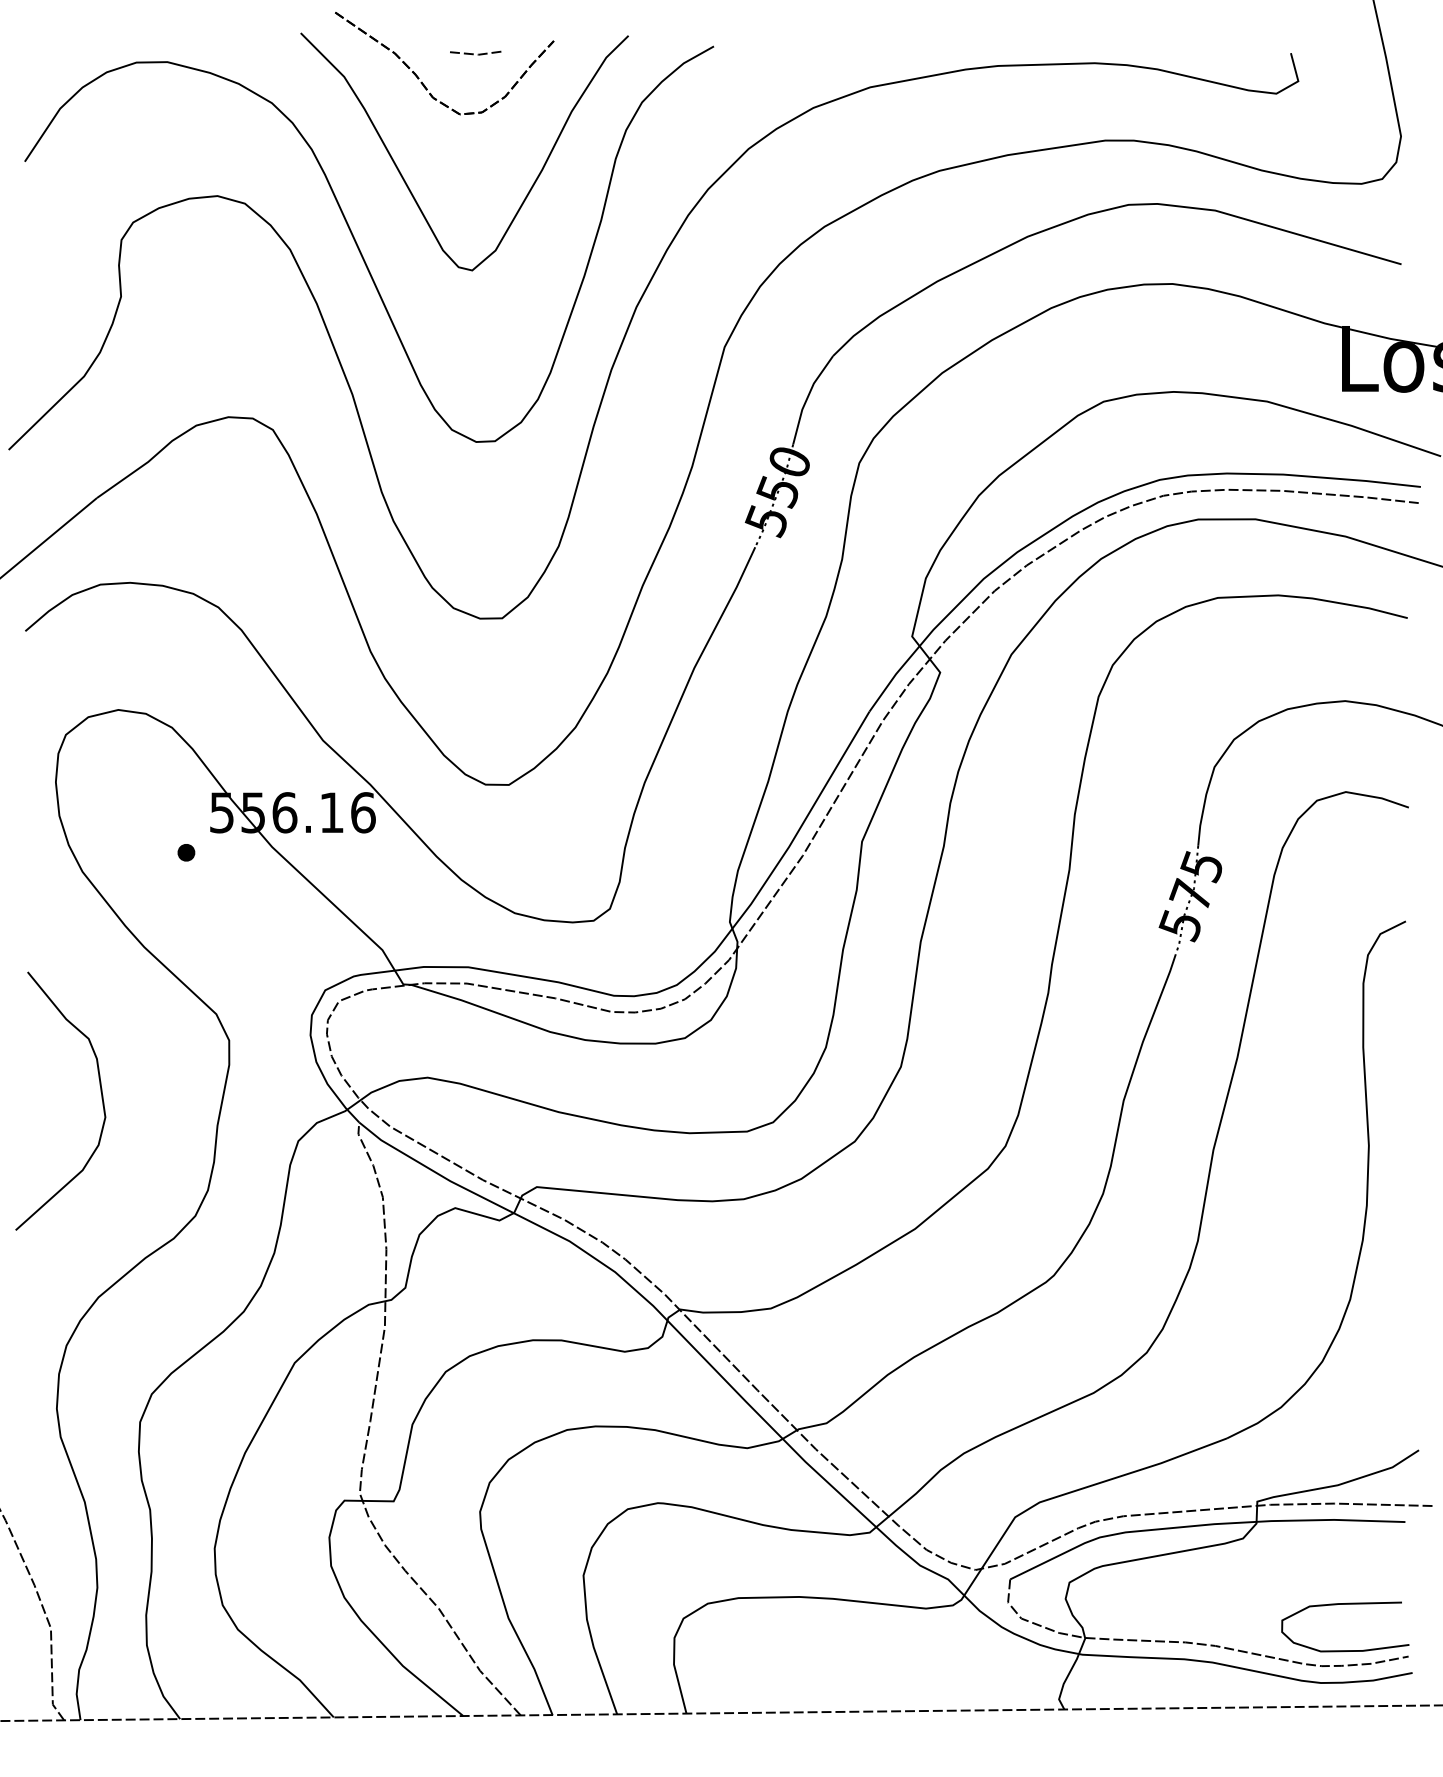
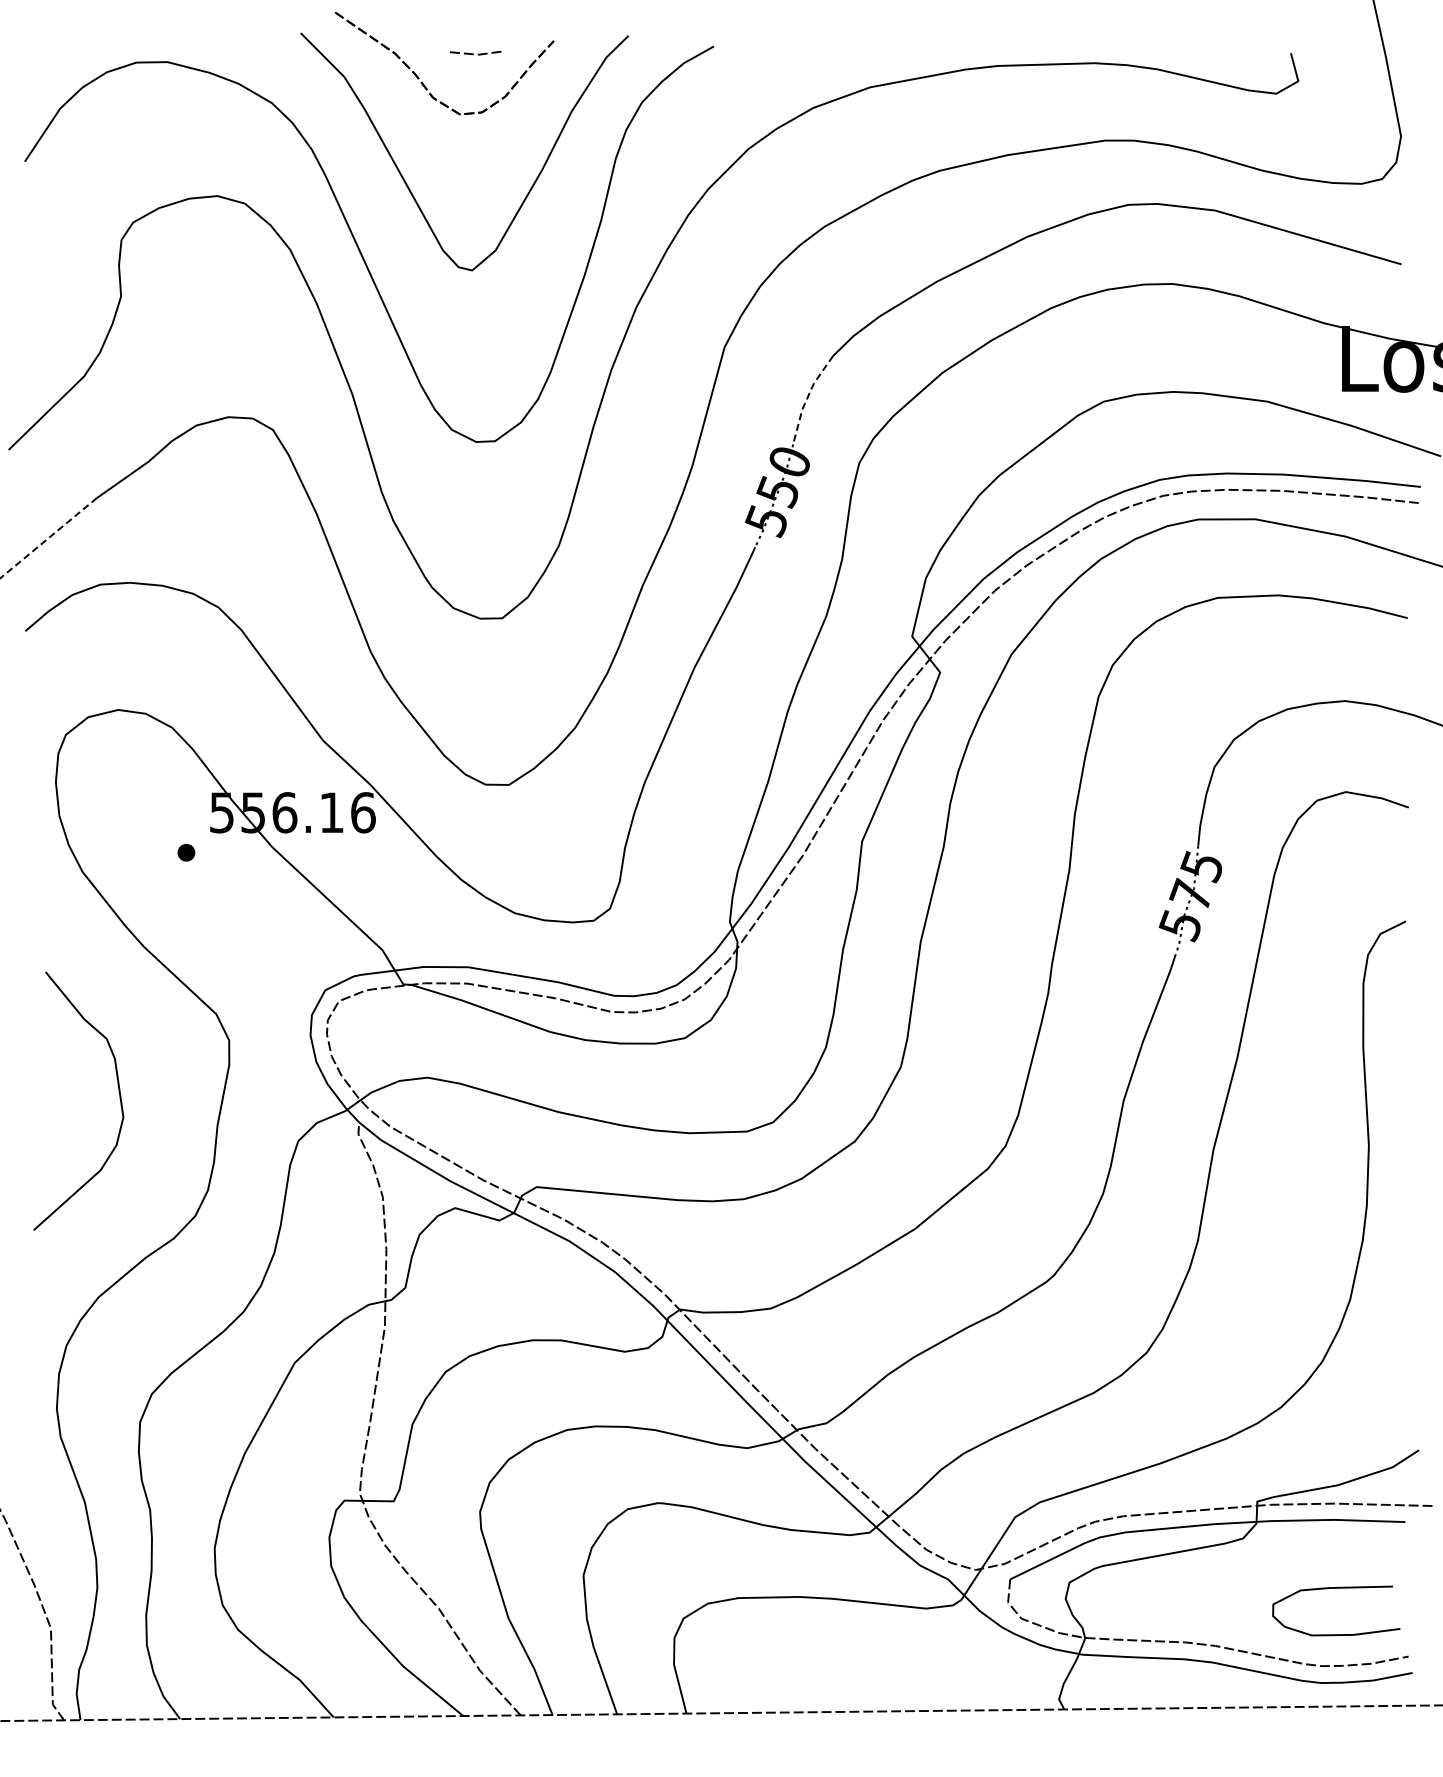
line at (807, 397): solid -> dashed
line at (48, 538): solid -> dashed
curve at (100, 1092) position: (100, 1092) -> (118, 1092)
curve at (1345, 1604) position: (1345, 1604) -> (1336, 1588)
